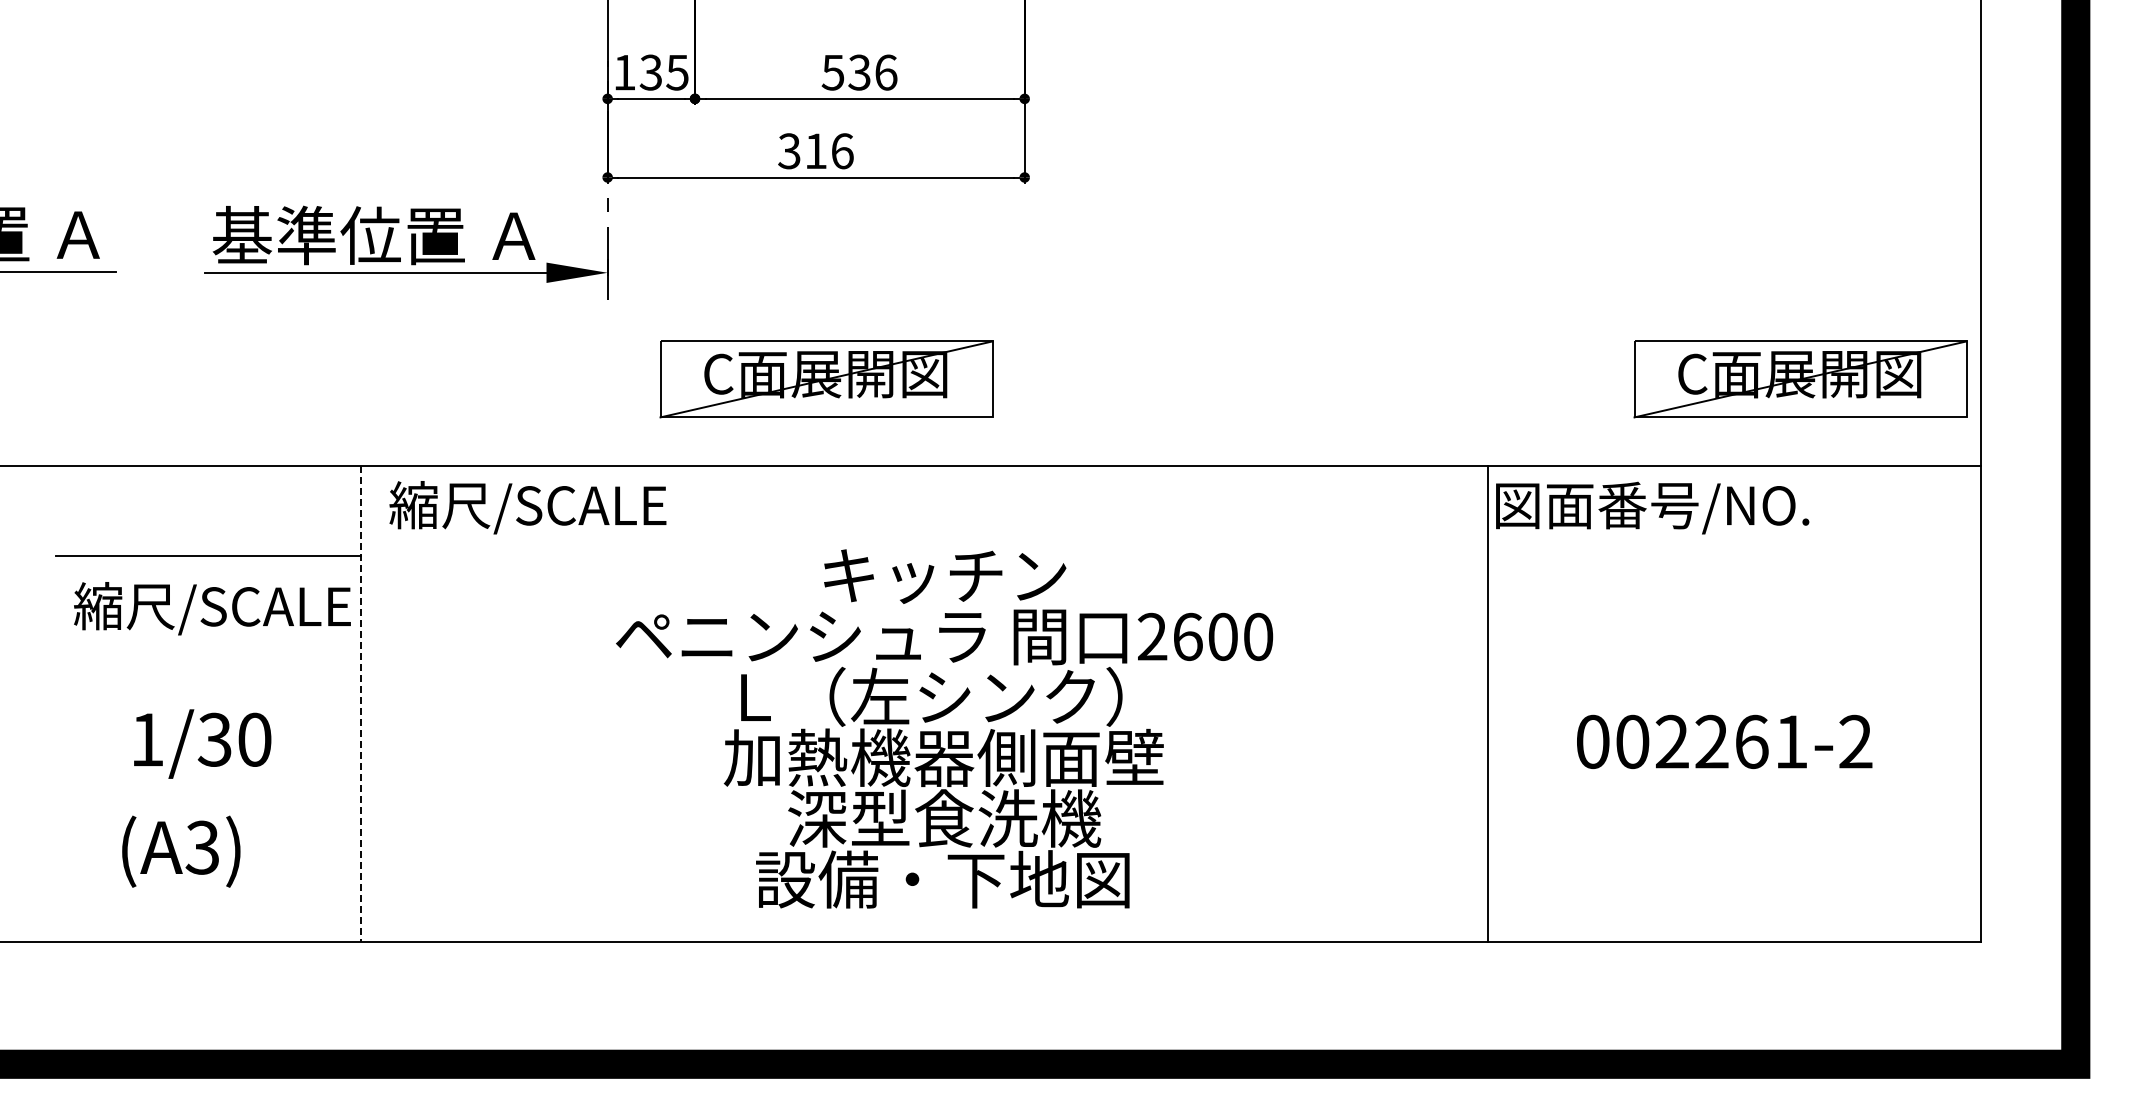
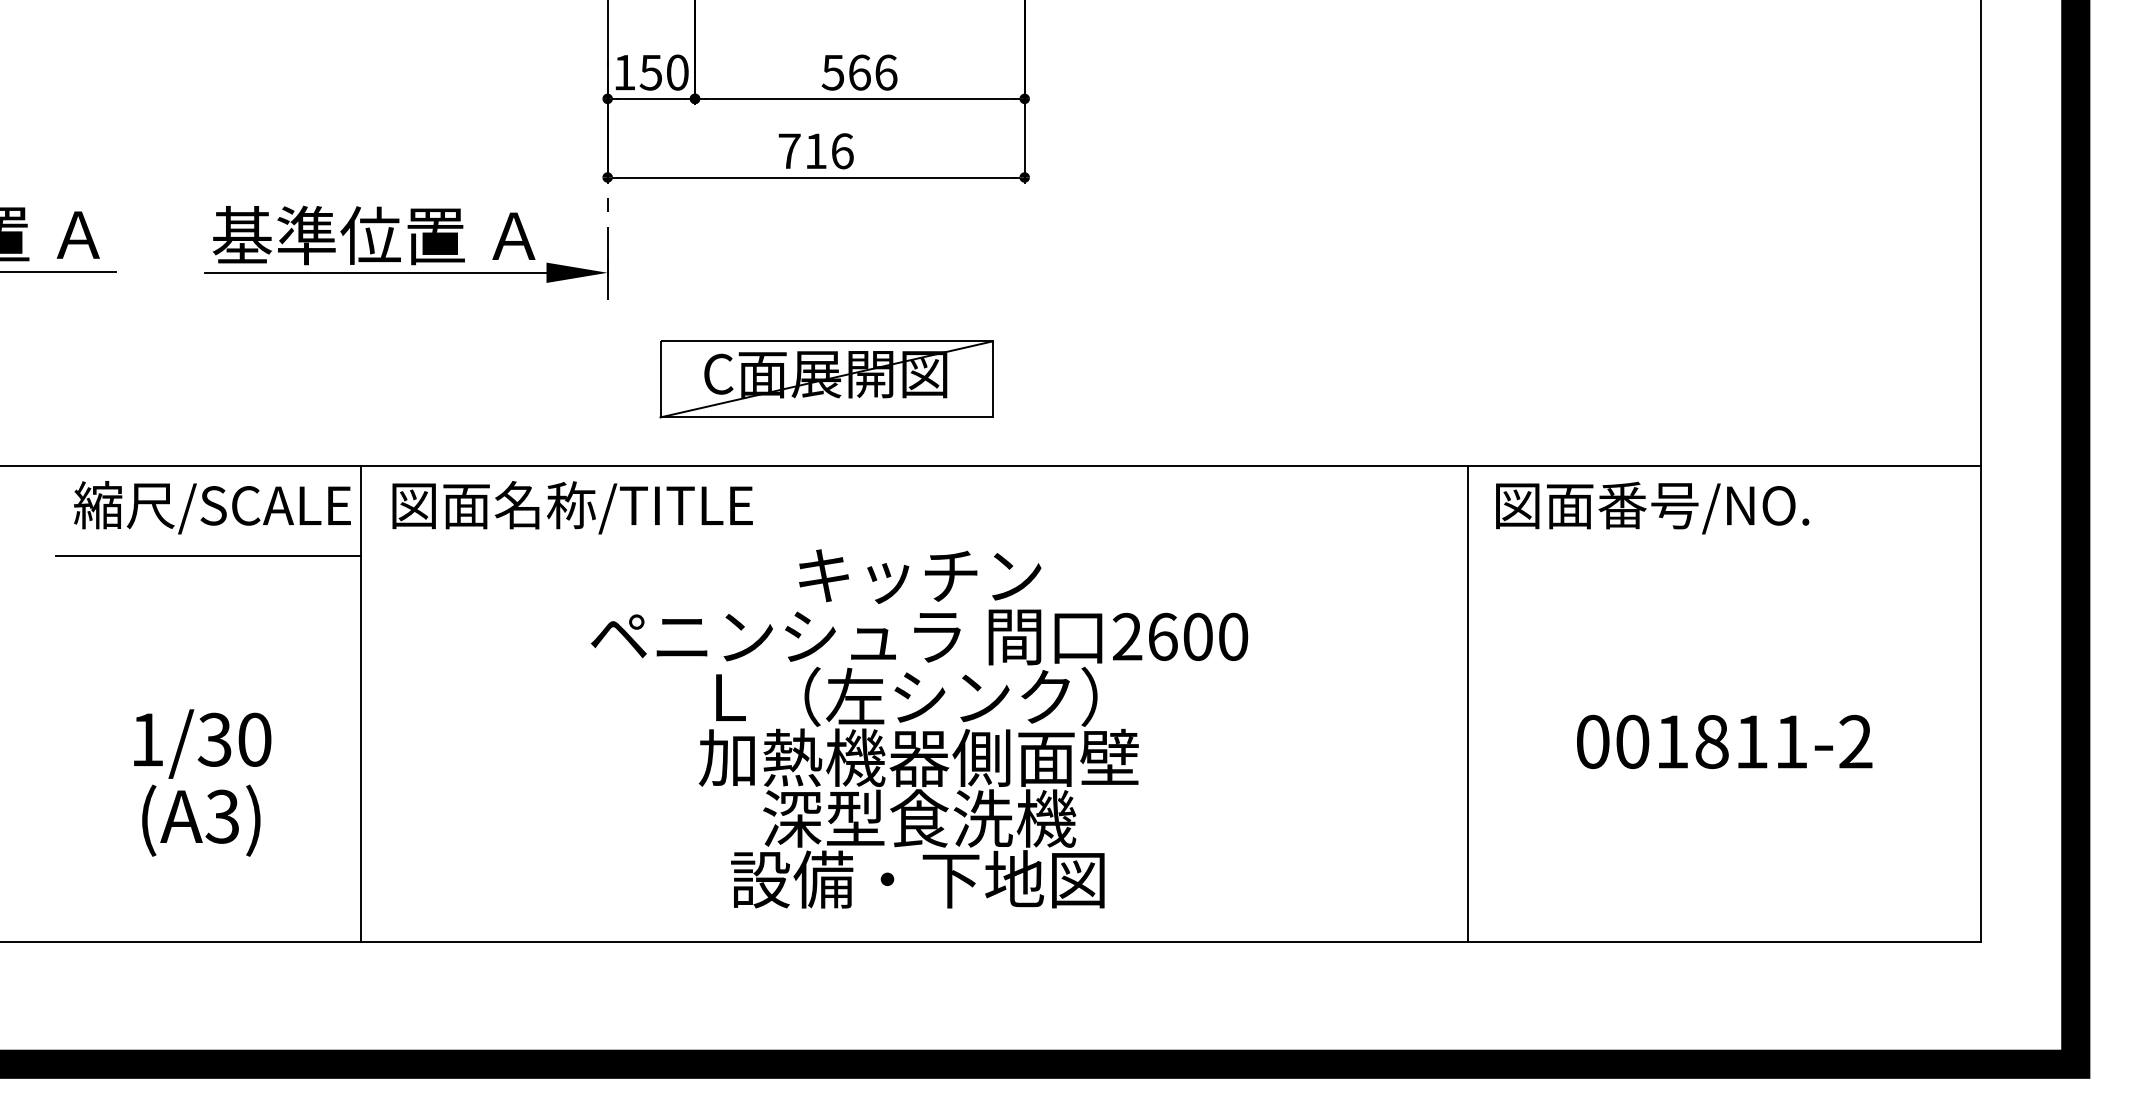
text at (663, 72): 135 -> 150
text at (859, 72): 536 -> 566
text at (789, 151): 316 -> 716
part at (1800, 379): present -> none
text at (570, 507): 縮尺/SCALE -> 図面名称/TITLE
text at (212, 608) position: (212, 608) -> (212, 507)
line at (360, 703): dashed -> solid
line at (1488, 703) position: (1488, 703) -> (1468, 703)
text at (944, 728) position: (944, 728) -> (919, 728)
text at (1711, 741): 002261-2 -> 001811-2
text at (181, 851) position: (181, 851) -> (201, 820)
